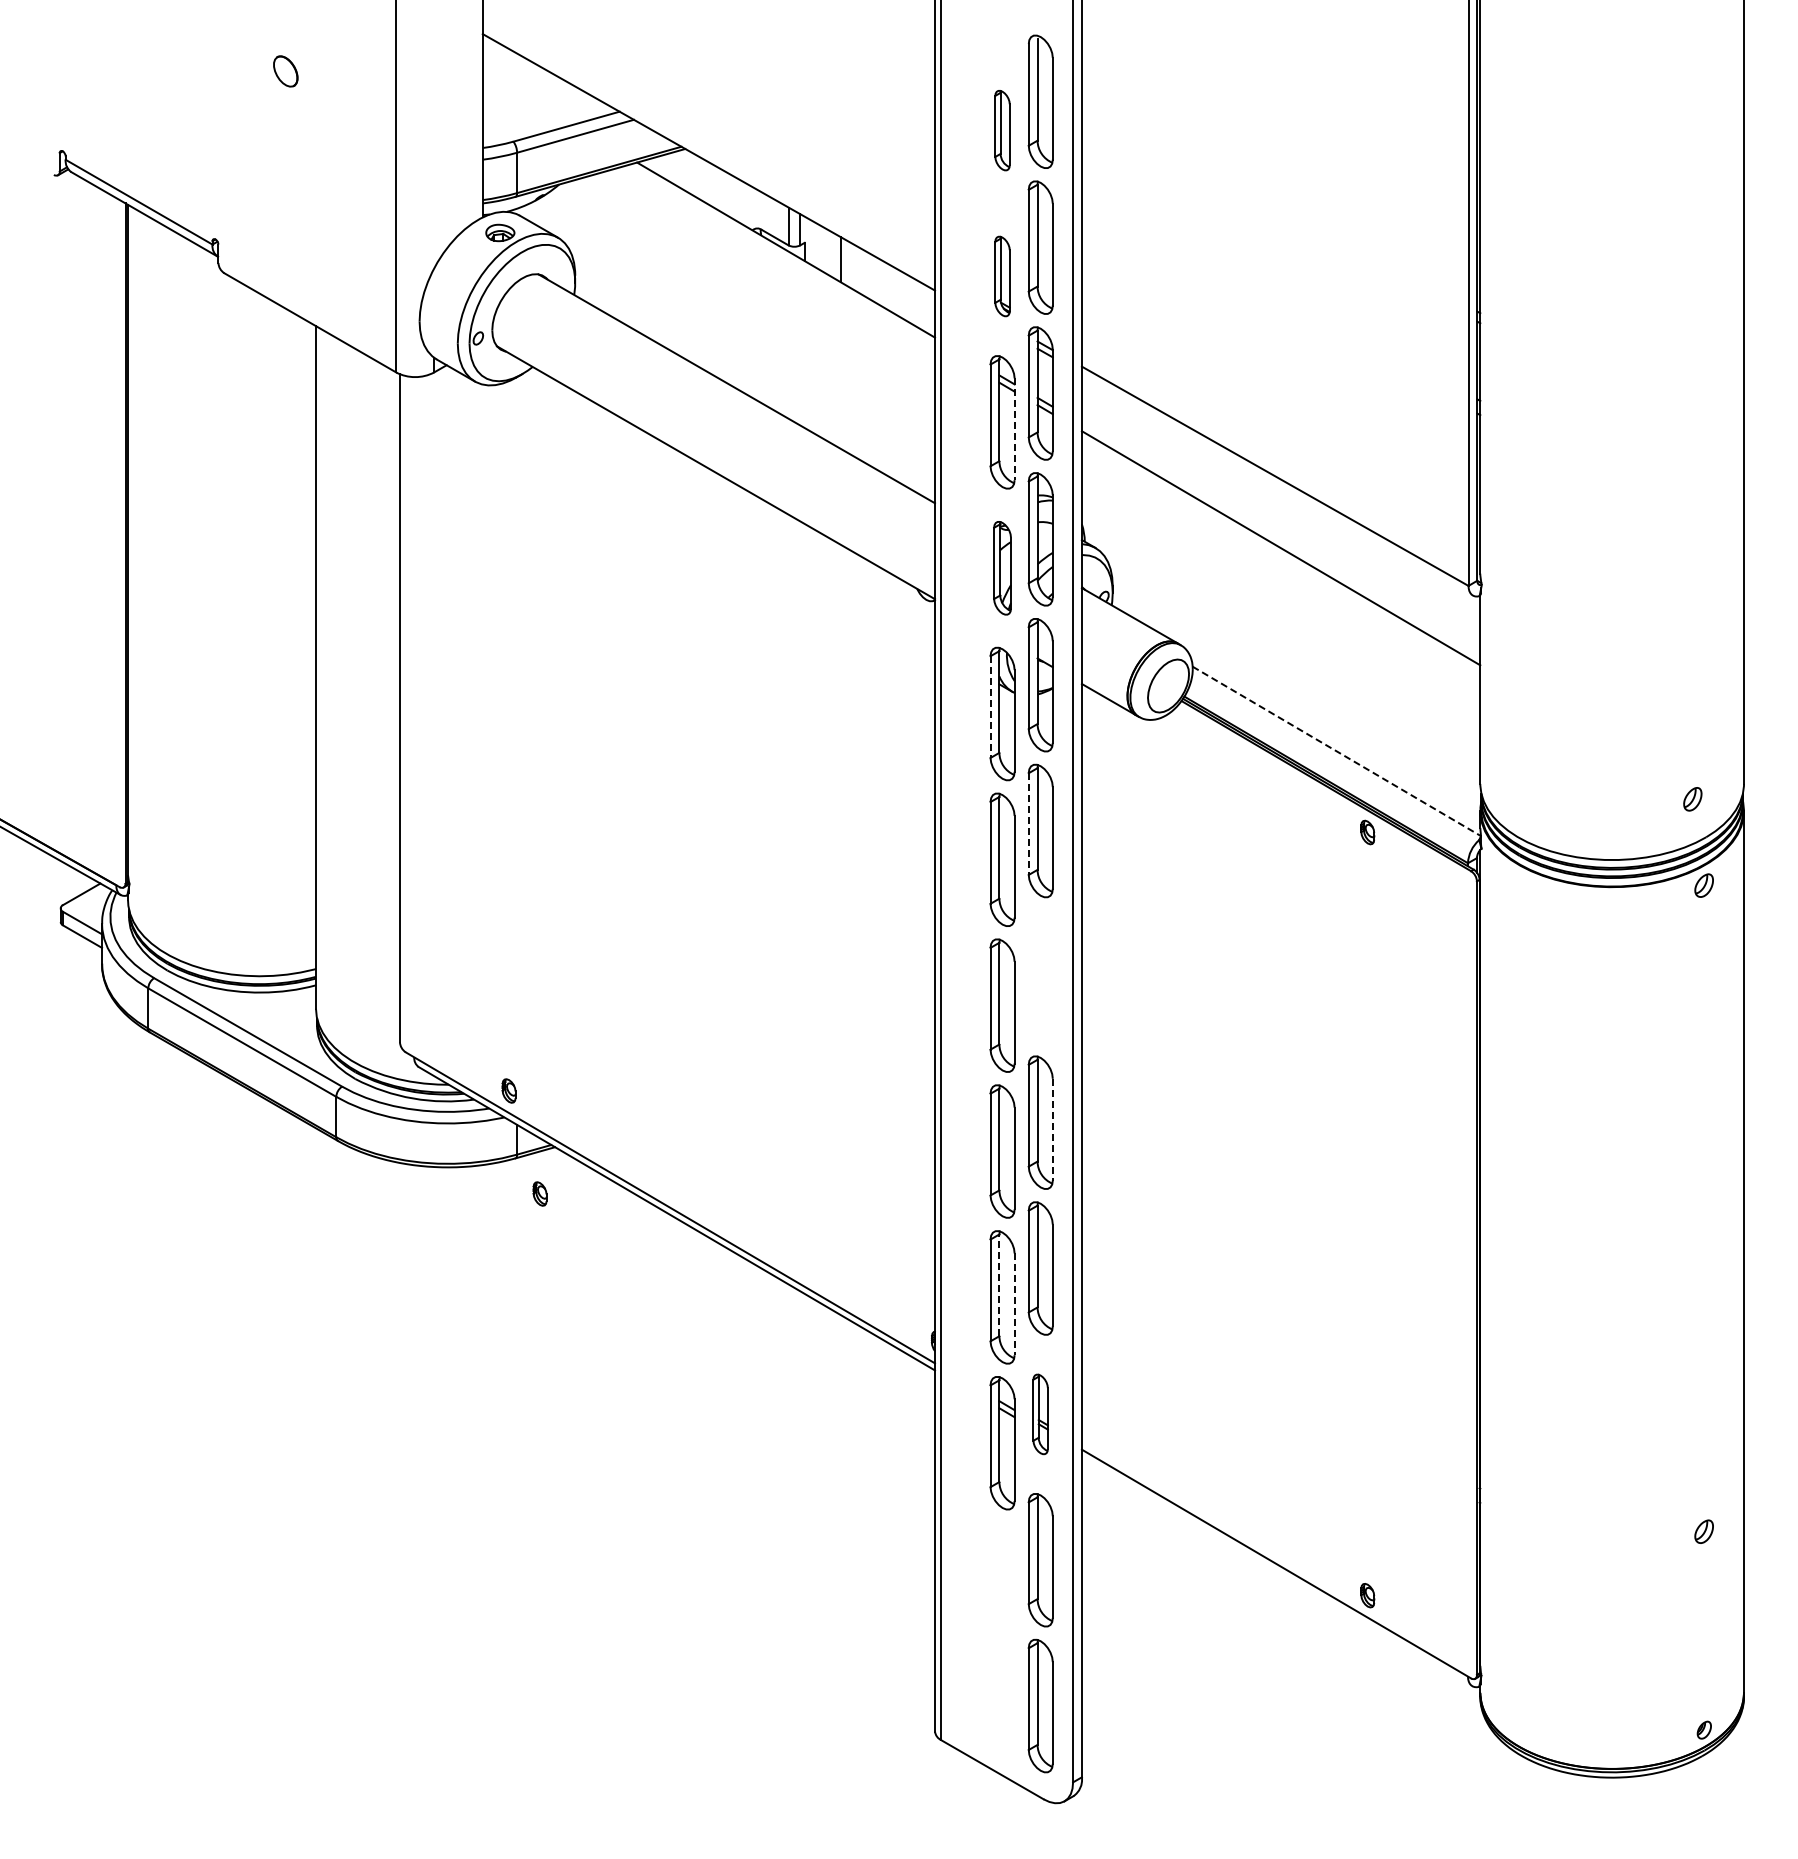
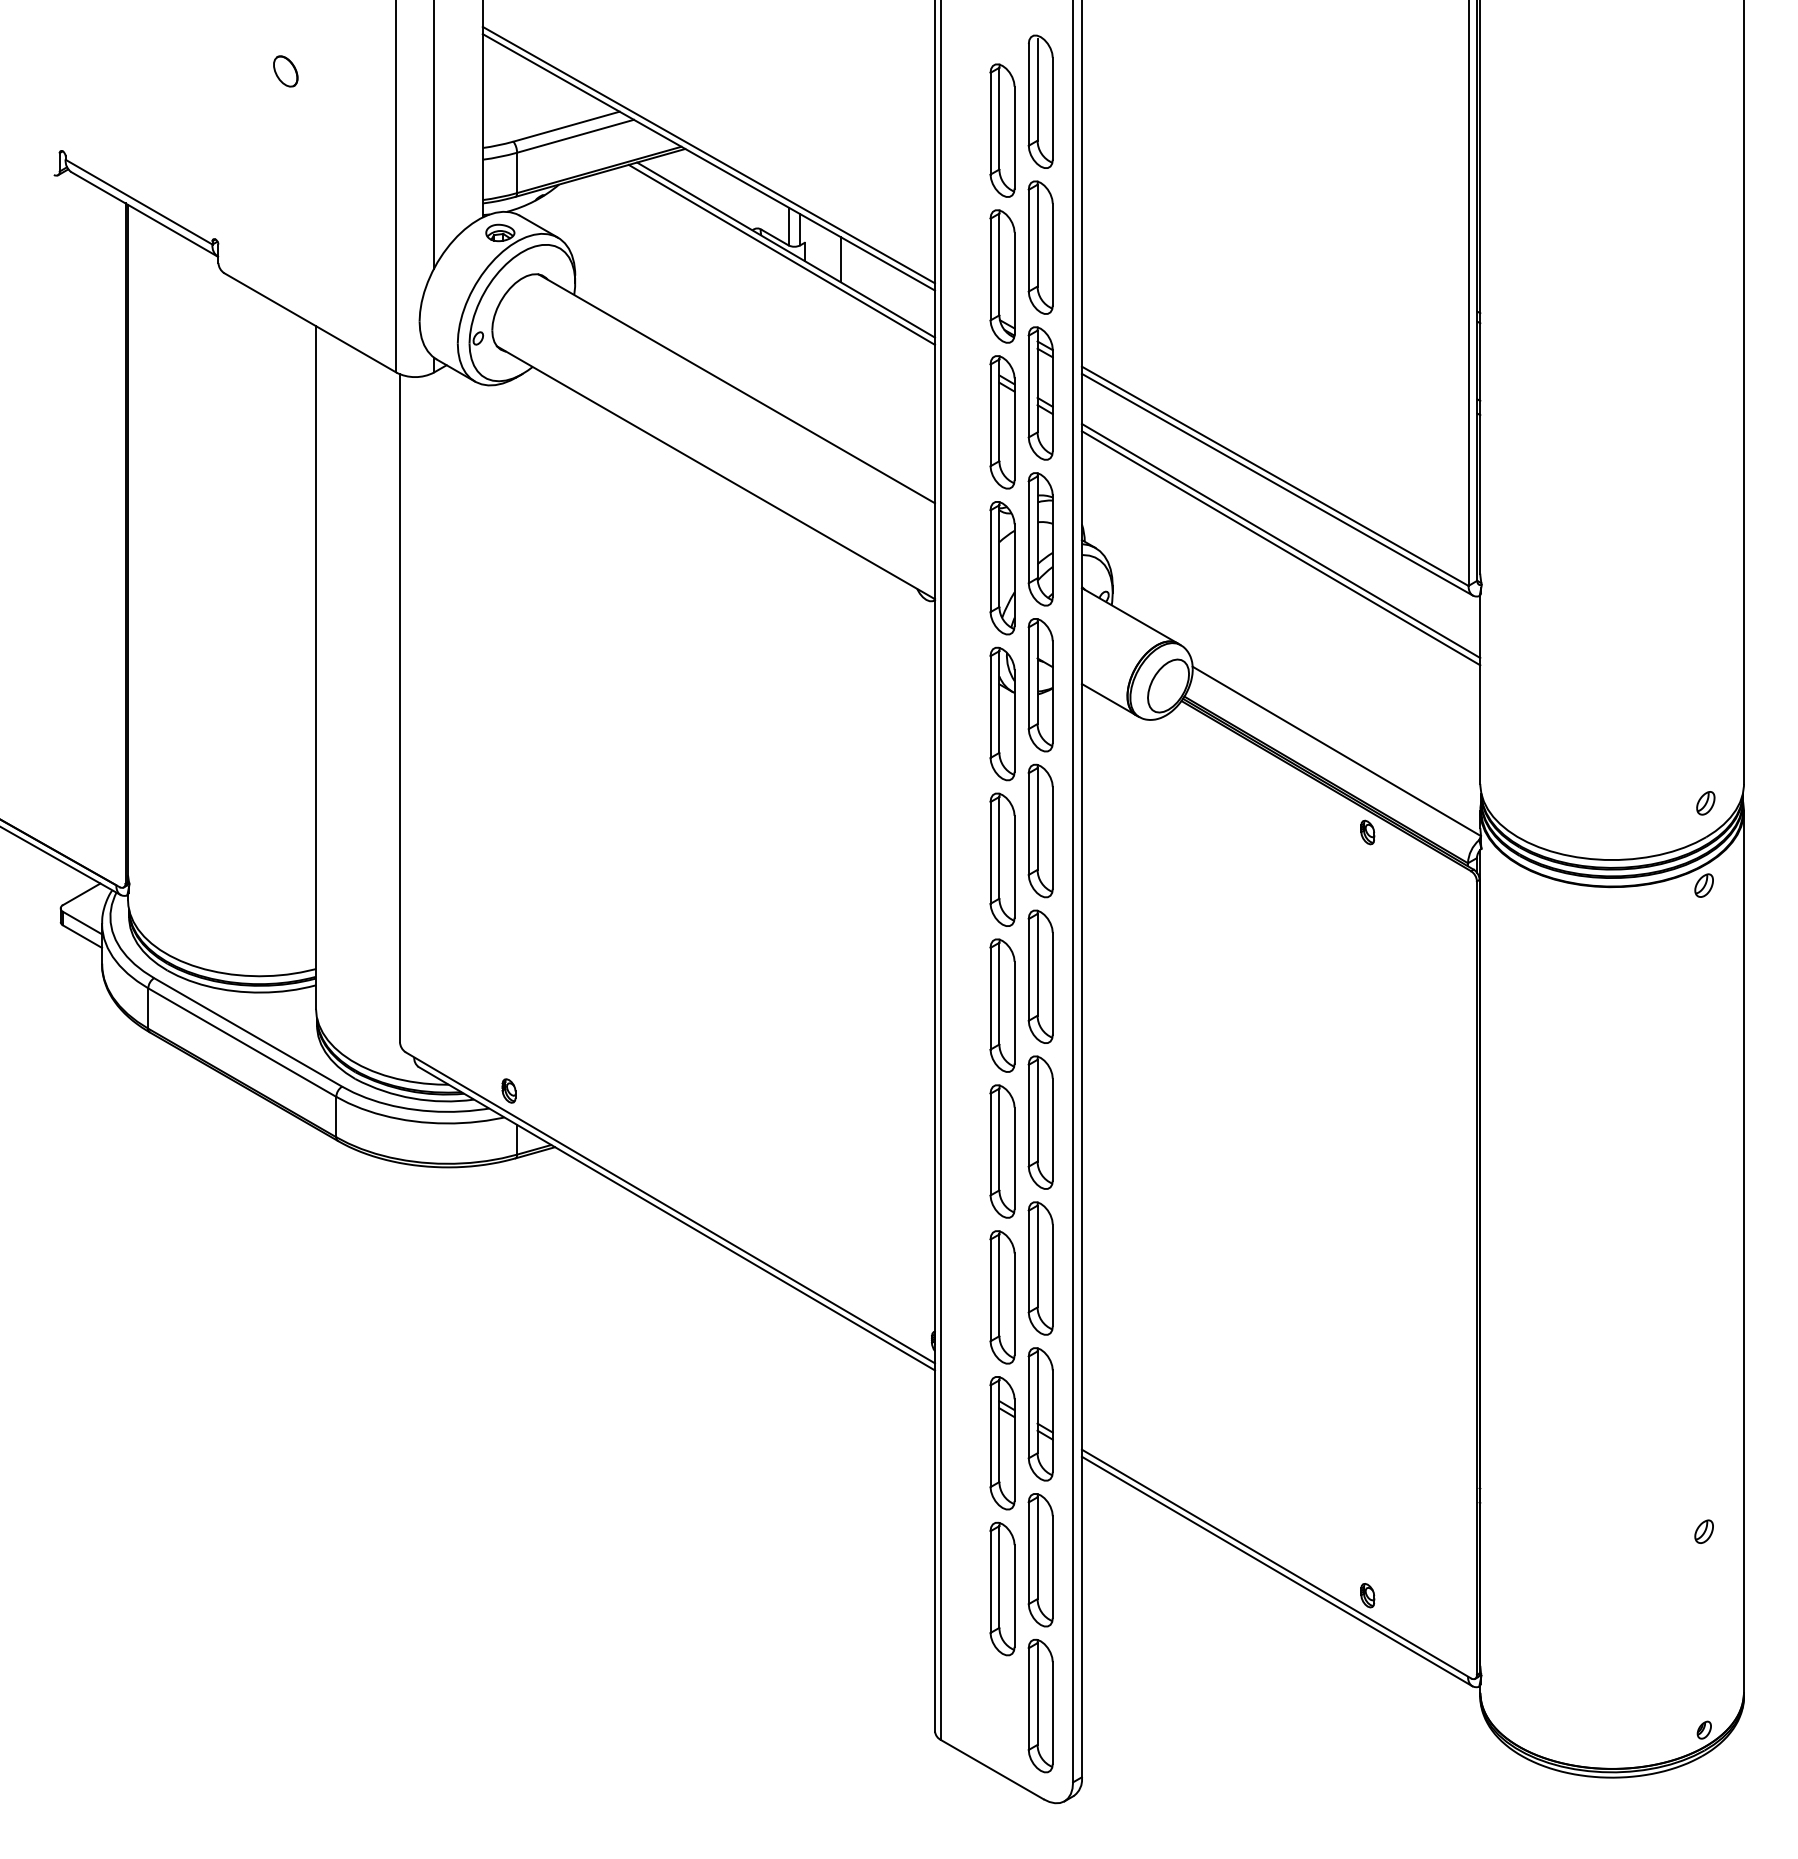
part at (1002, 130) size: 17x82 px -> 27x135 px
line at (434, 135): none -> present
line at (708, 154): none -> present
line at (781, 254): none -> present
part at (1002, 276) size: 17x83 px -> 27x135 px
line at (1014, 429): dashed -> solid
line at (1276, 484): none -> present
line at (1280, 540): none -> present
part at (1002, 568) size: 19x95 px -> 27x135 px
line at (990, 707): dashed -> solid
line at (1337, 751): dashed -> solid
part at (1692, 799) position: (1692, 799) -> (1705, 803)
line at (1028, 824): dashed -> solid
part at (1040, 976): none -> present
line at (1052, 1129): dashed -> solid
part at (539, 1193): present -> none
line at (999, 1285): dashed -> solid
line at (1014, 1304): dashed -> solid
part at (1040, 1414) size: 17x83 px -> 27x135 px
line at (1276, 1571): none -> present
part at (1002, 1588): none -> present
